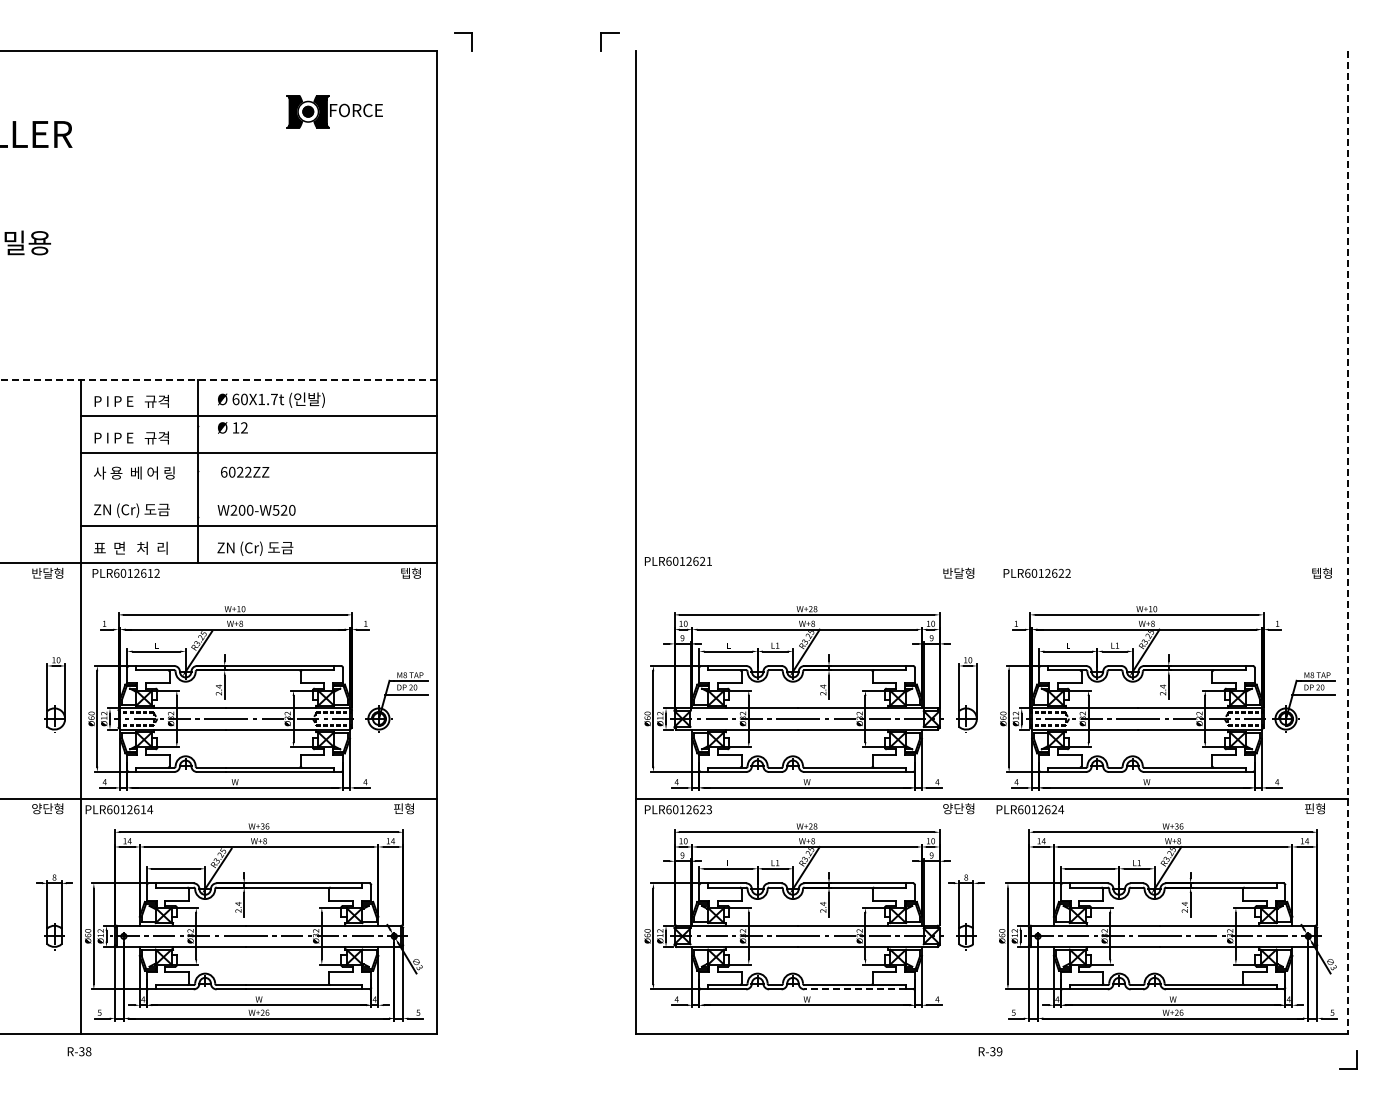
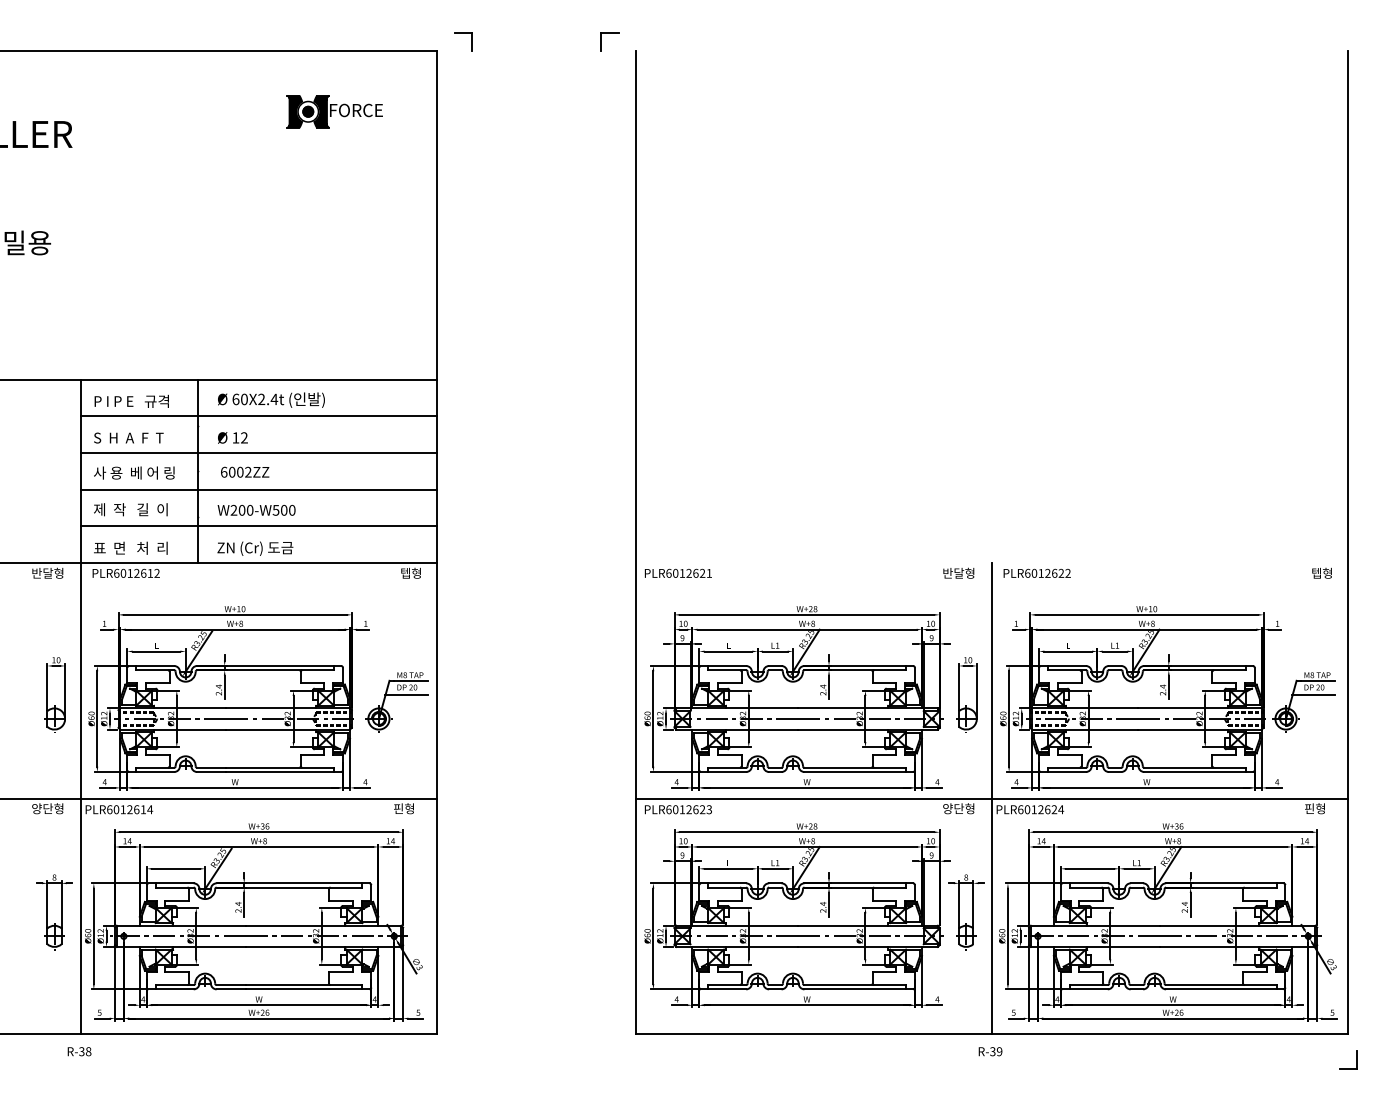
line at (218, 379): dashed -> solid
text at (268, 398): 60X1.7t -> 60X2.4t
text at (232, 427) position: (232, 427) -> (232, 437)
text at (131, 437): P I P E   규격 -> S  H  A  F  T
text at (240, 472): 6022ZZ -> 6002ZZ
line at (259, 489): none -> present
text at (131, 510): ZN (Cr) 도금 -> 제  작   길  이
text at (283, 510): W200-W520 -> W200-W500
line at (1348, 542): dashed -> solid
text at (677, 560) position: (677, 560) -> (677, 572)
line at (992, 798): none -> present
line at (855, 989): dashed -> solid
